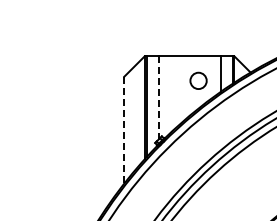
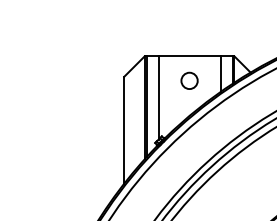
circle at (198, 80) position: (198, 80) -> (189, 80)
line at (158, 98): dashed -> solid
line at (124, 130): dashed -> solid
